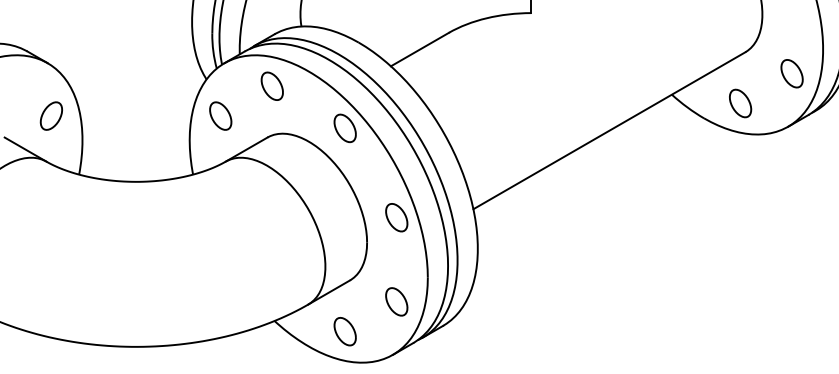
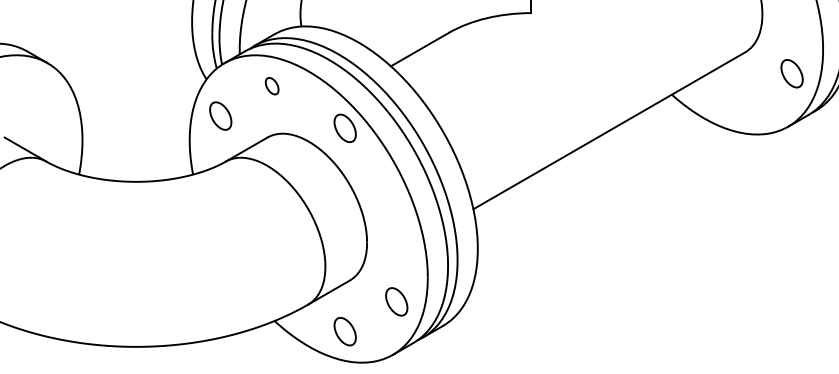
part at (271, 85) size: 24x30 px -> 16x19 px
part at (740, 103): present -> none
part at (50, 115): present -> none
part at (396, 217): present -> none
